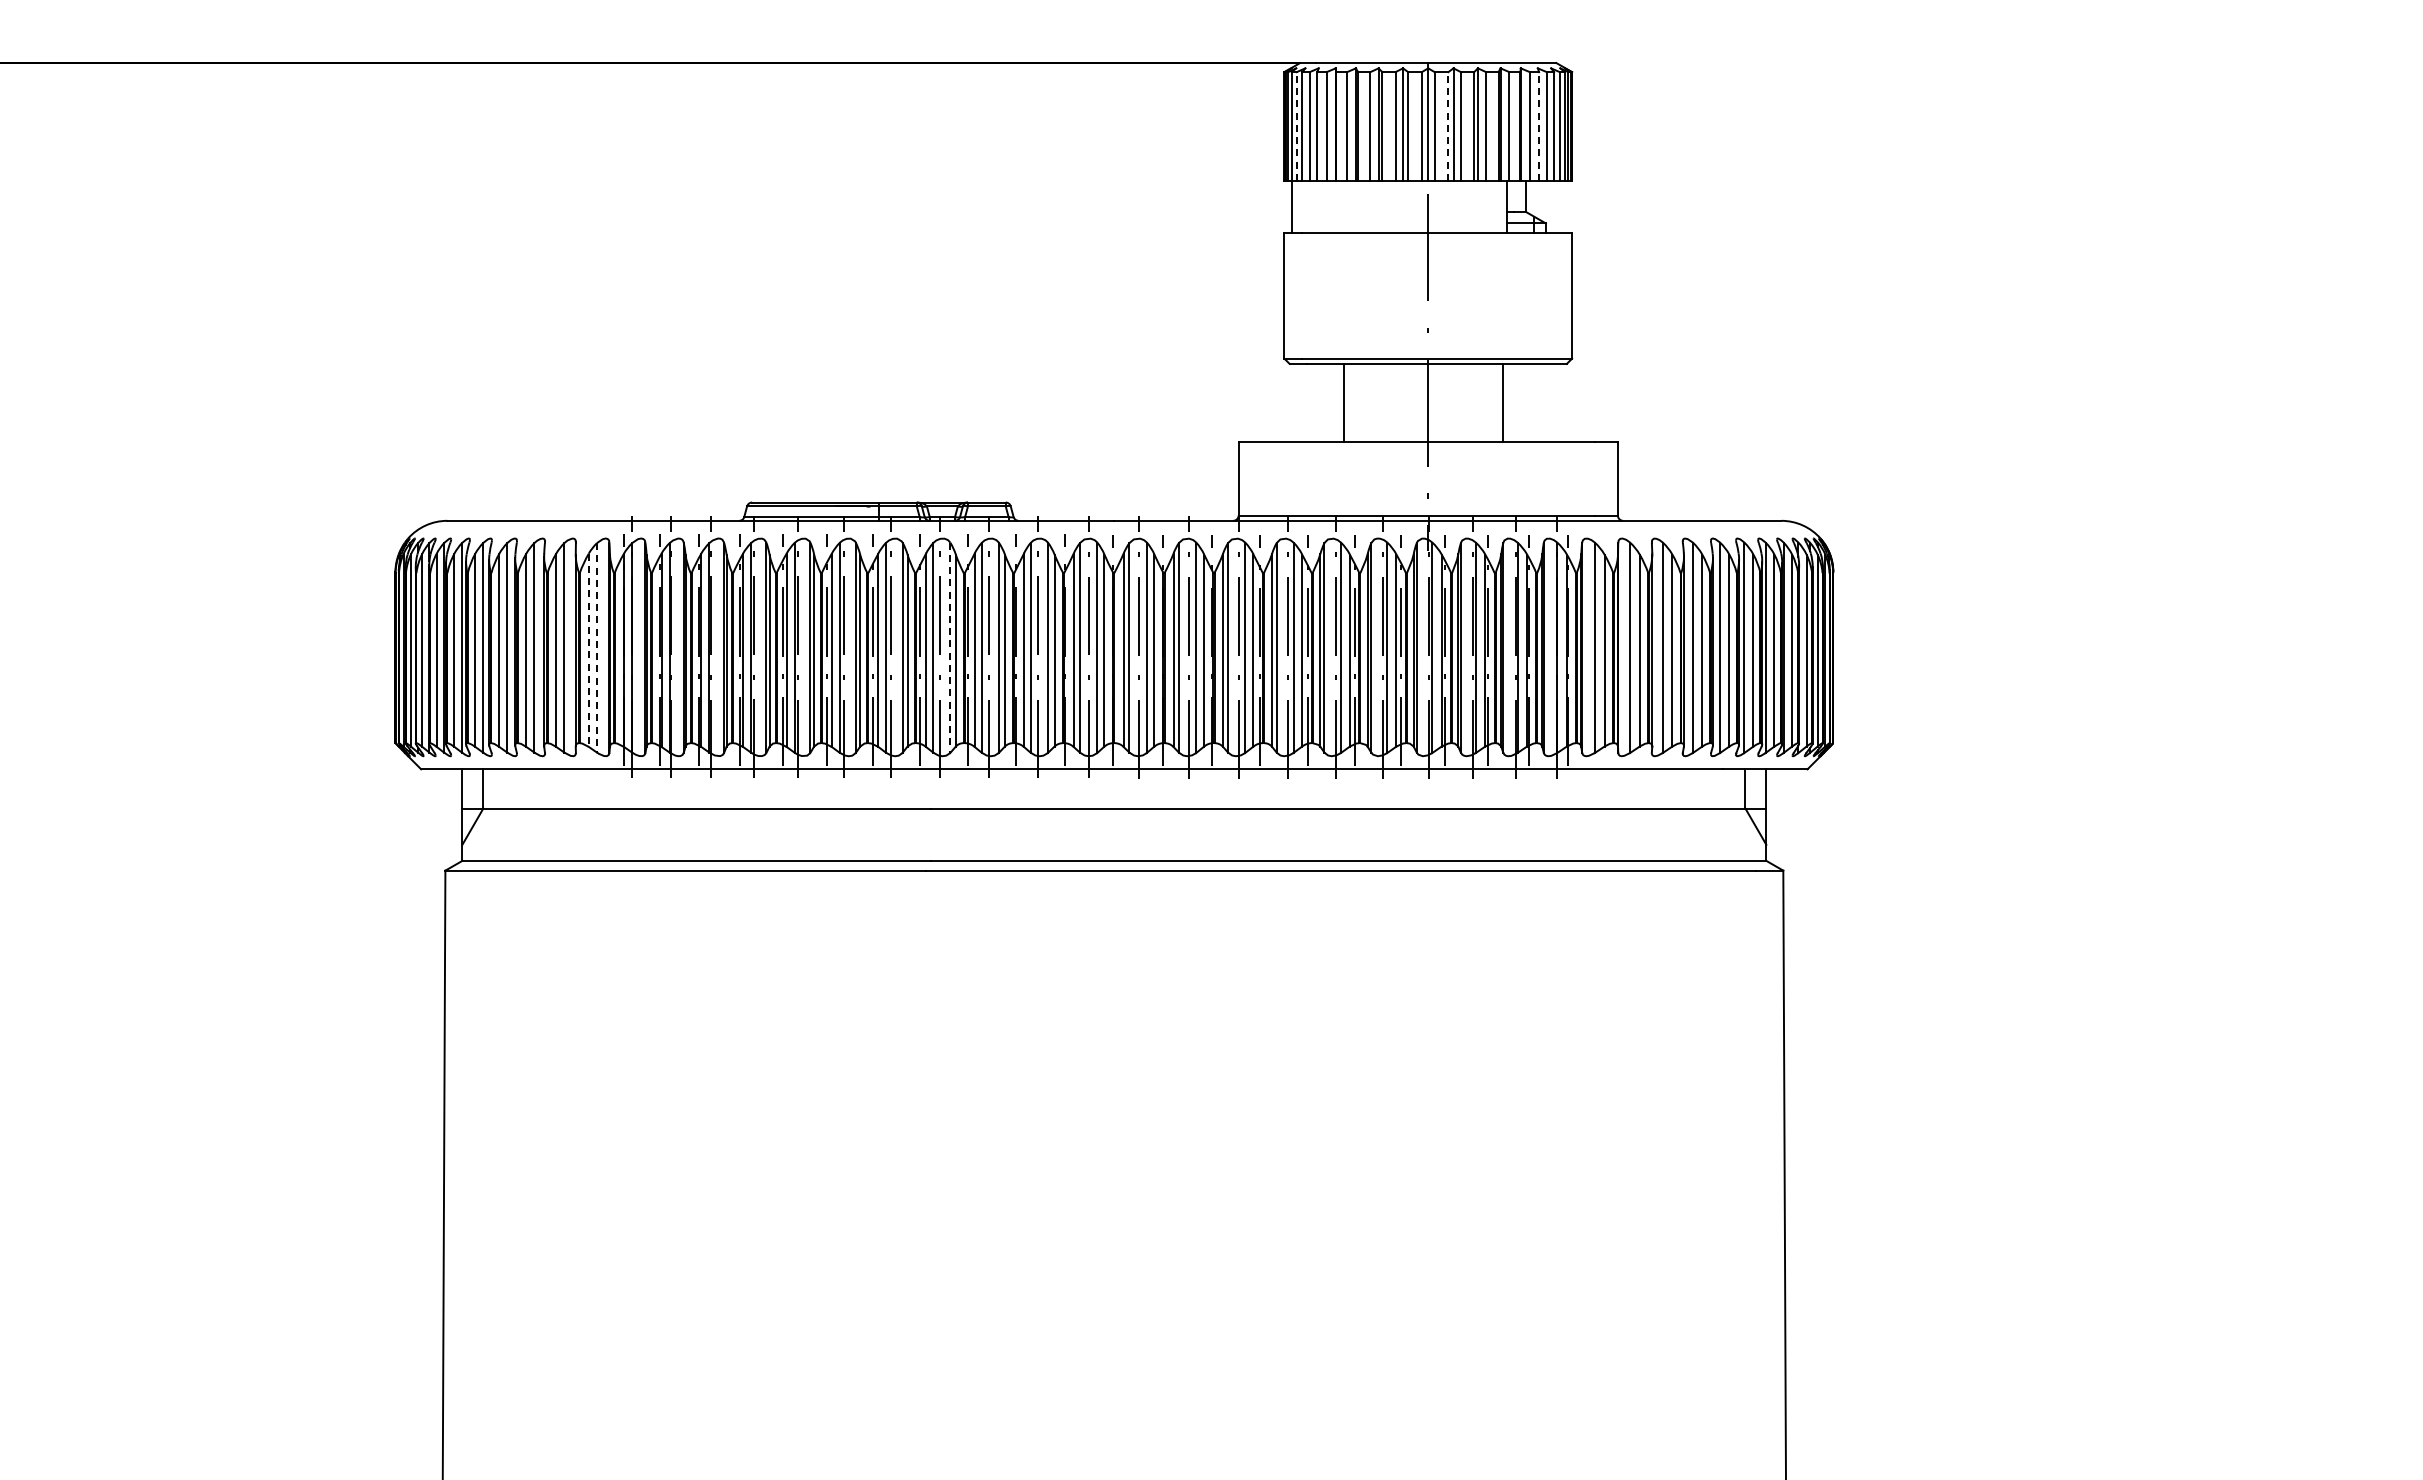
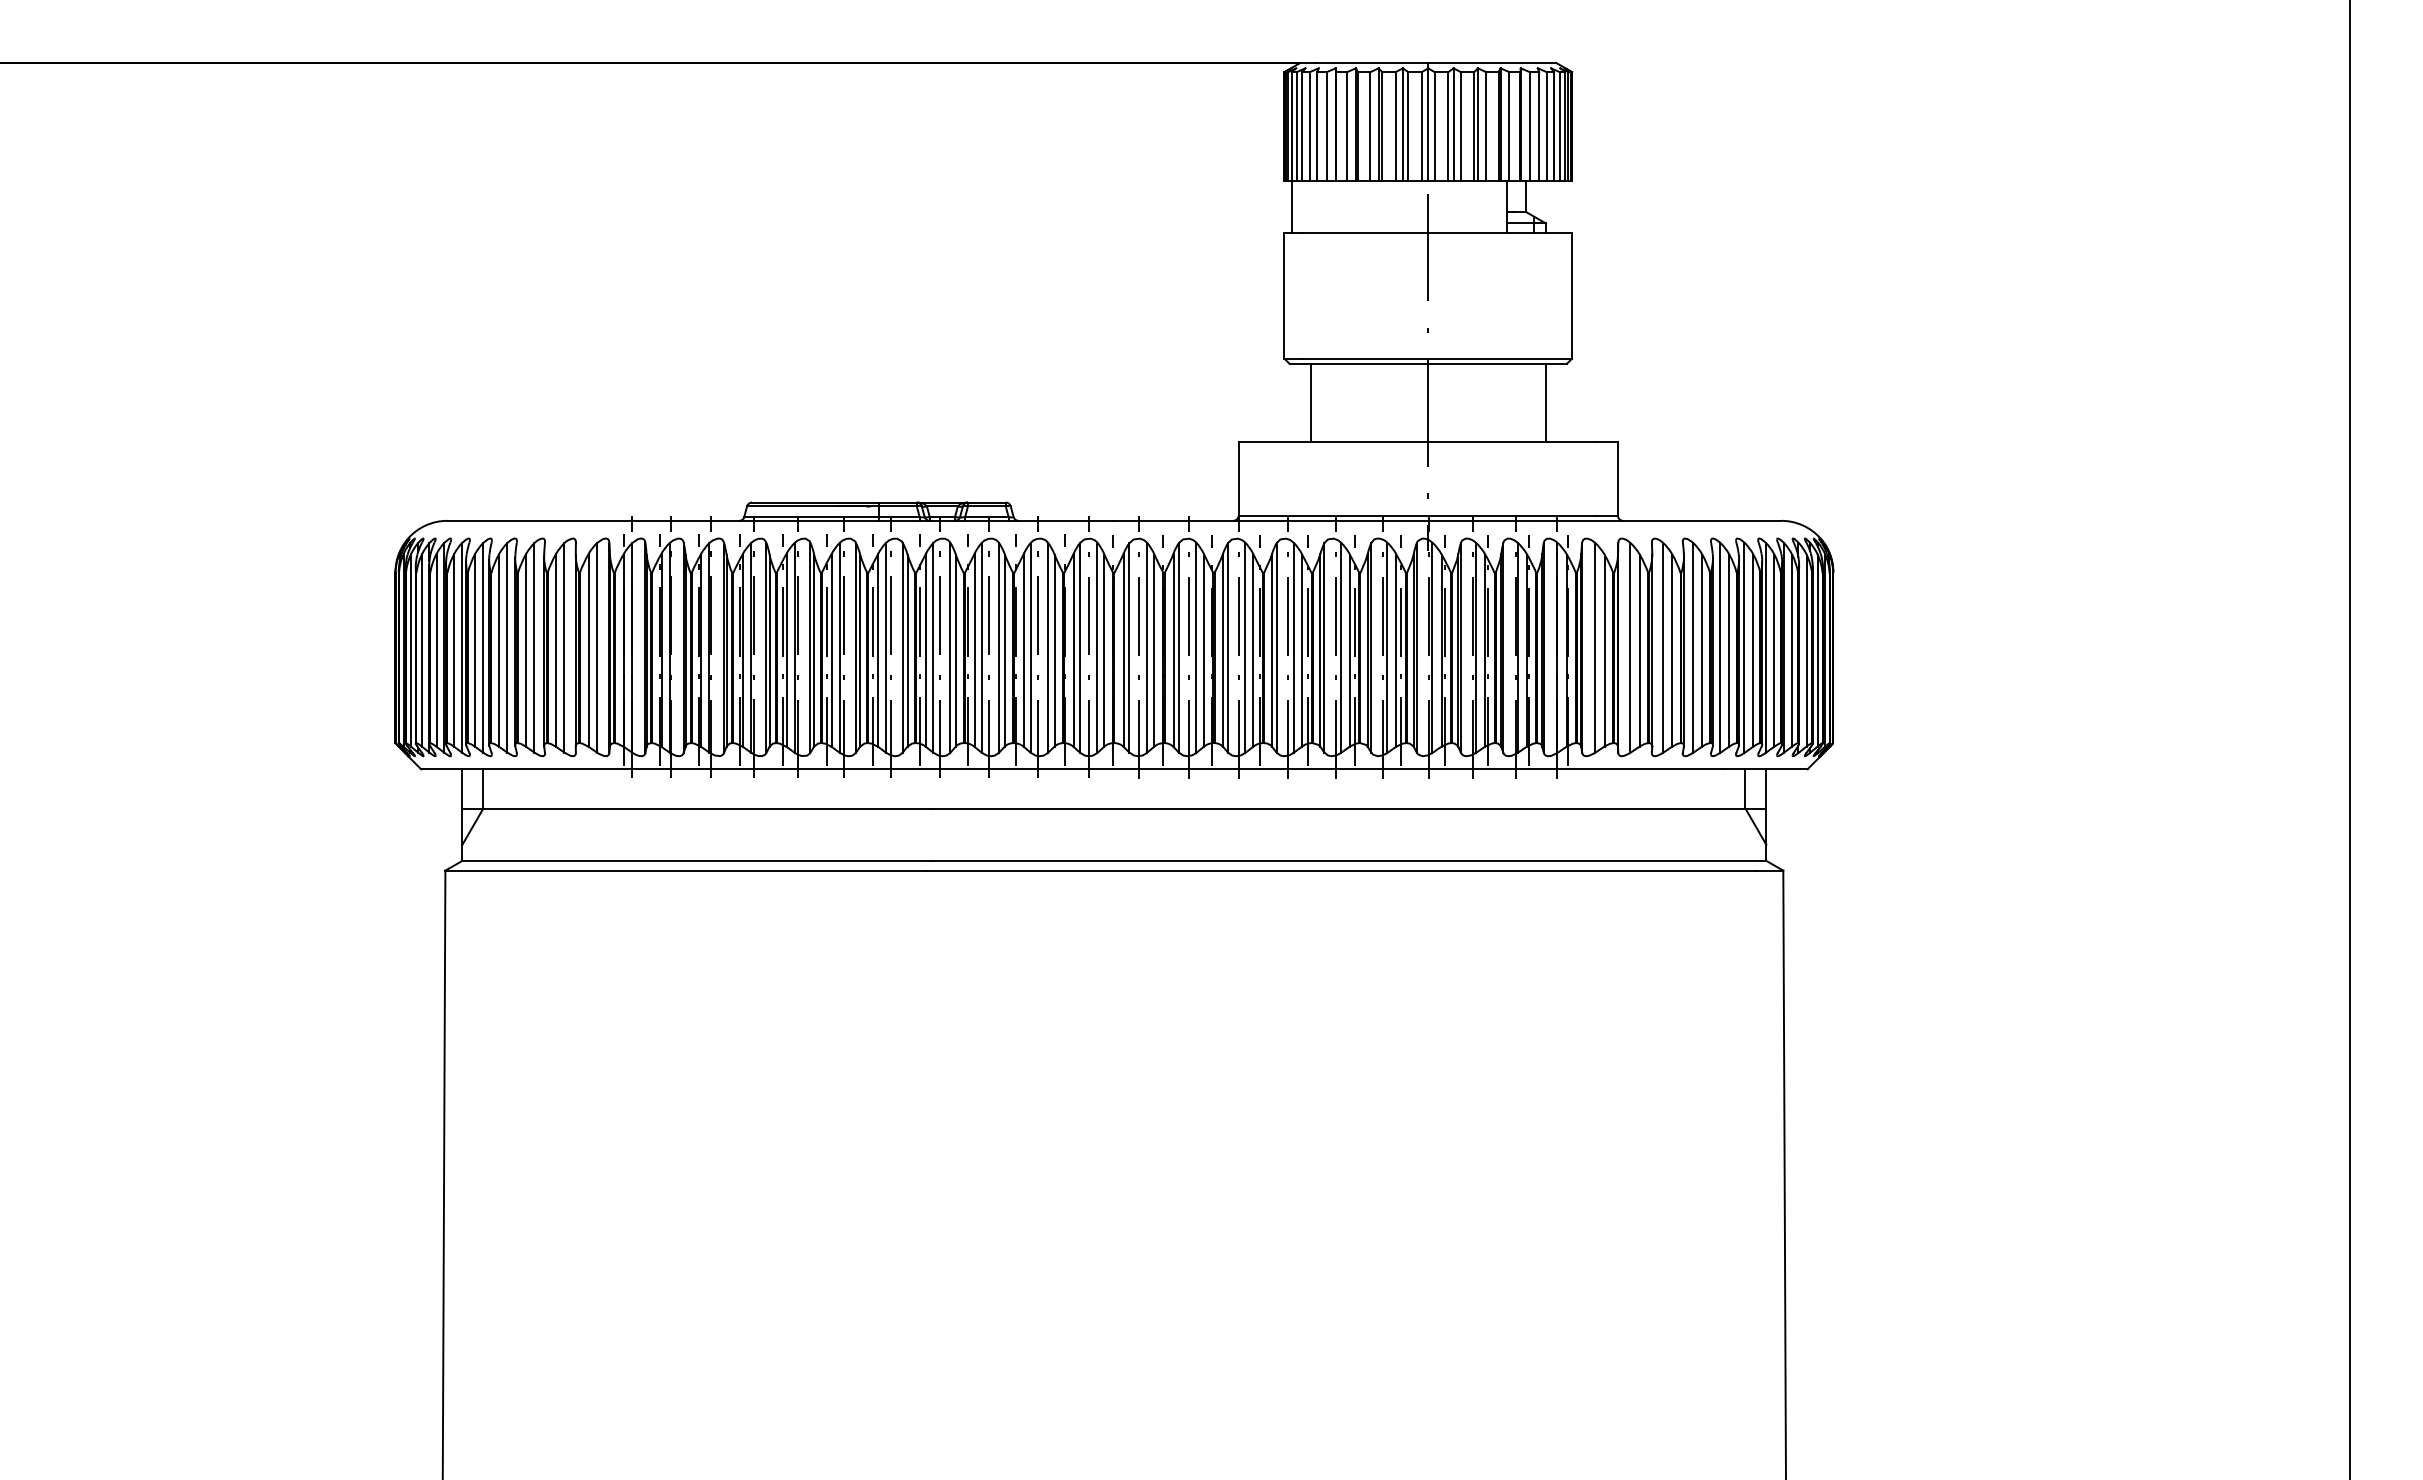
line at (1296, 125): dashed -> solid
line at (1448, 125): dashed -> solid
line at (1539, 125): dashed -> solid
line at (1343, 402) position: (1343, 402) -> (1310, 402)
line at (1502, 402) position: (1502, 402) -> (1545, 402)
line at (597, 647): dashed -> solid
line at (950, 648): dashed -> solid
line at (588, 650): dashed -> solid
line at (2350, 739): none -> present
